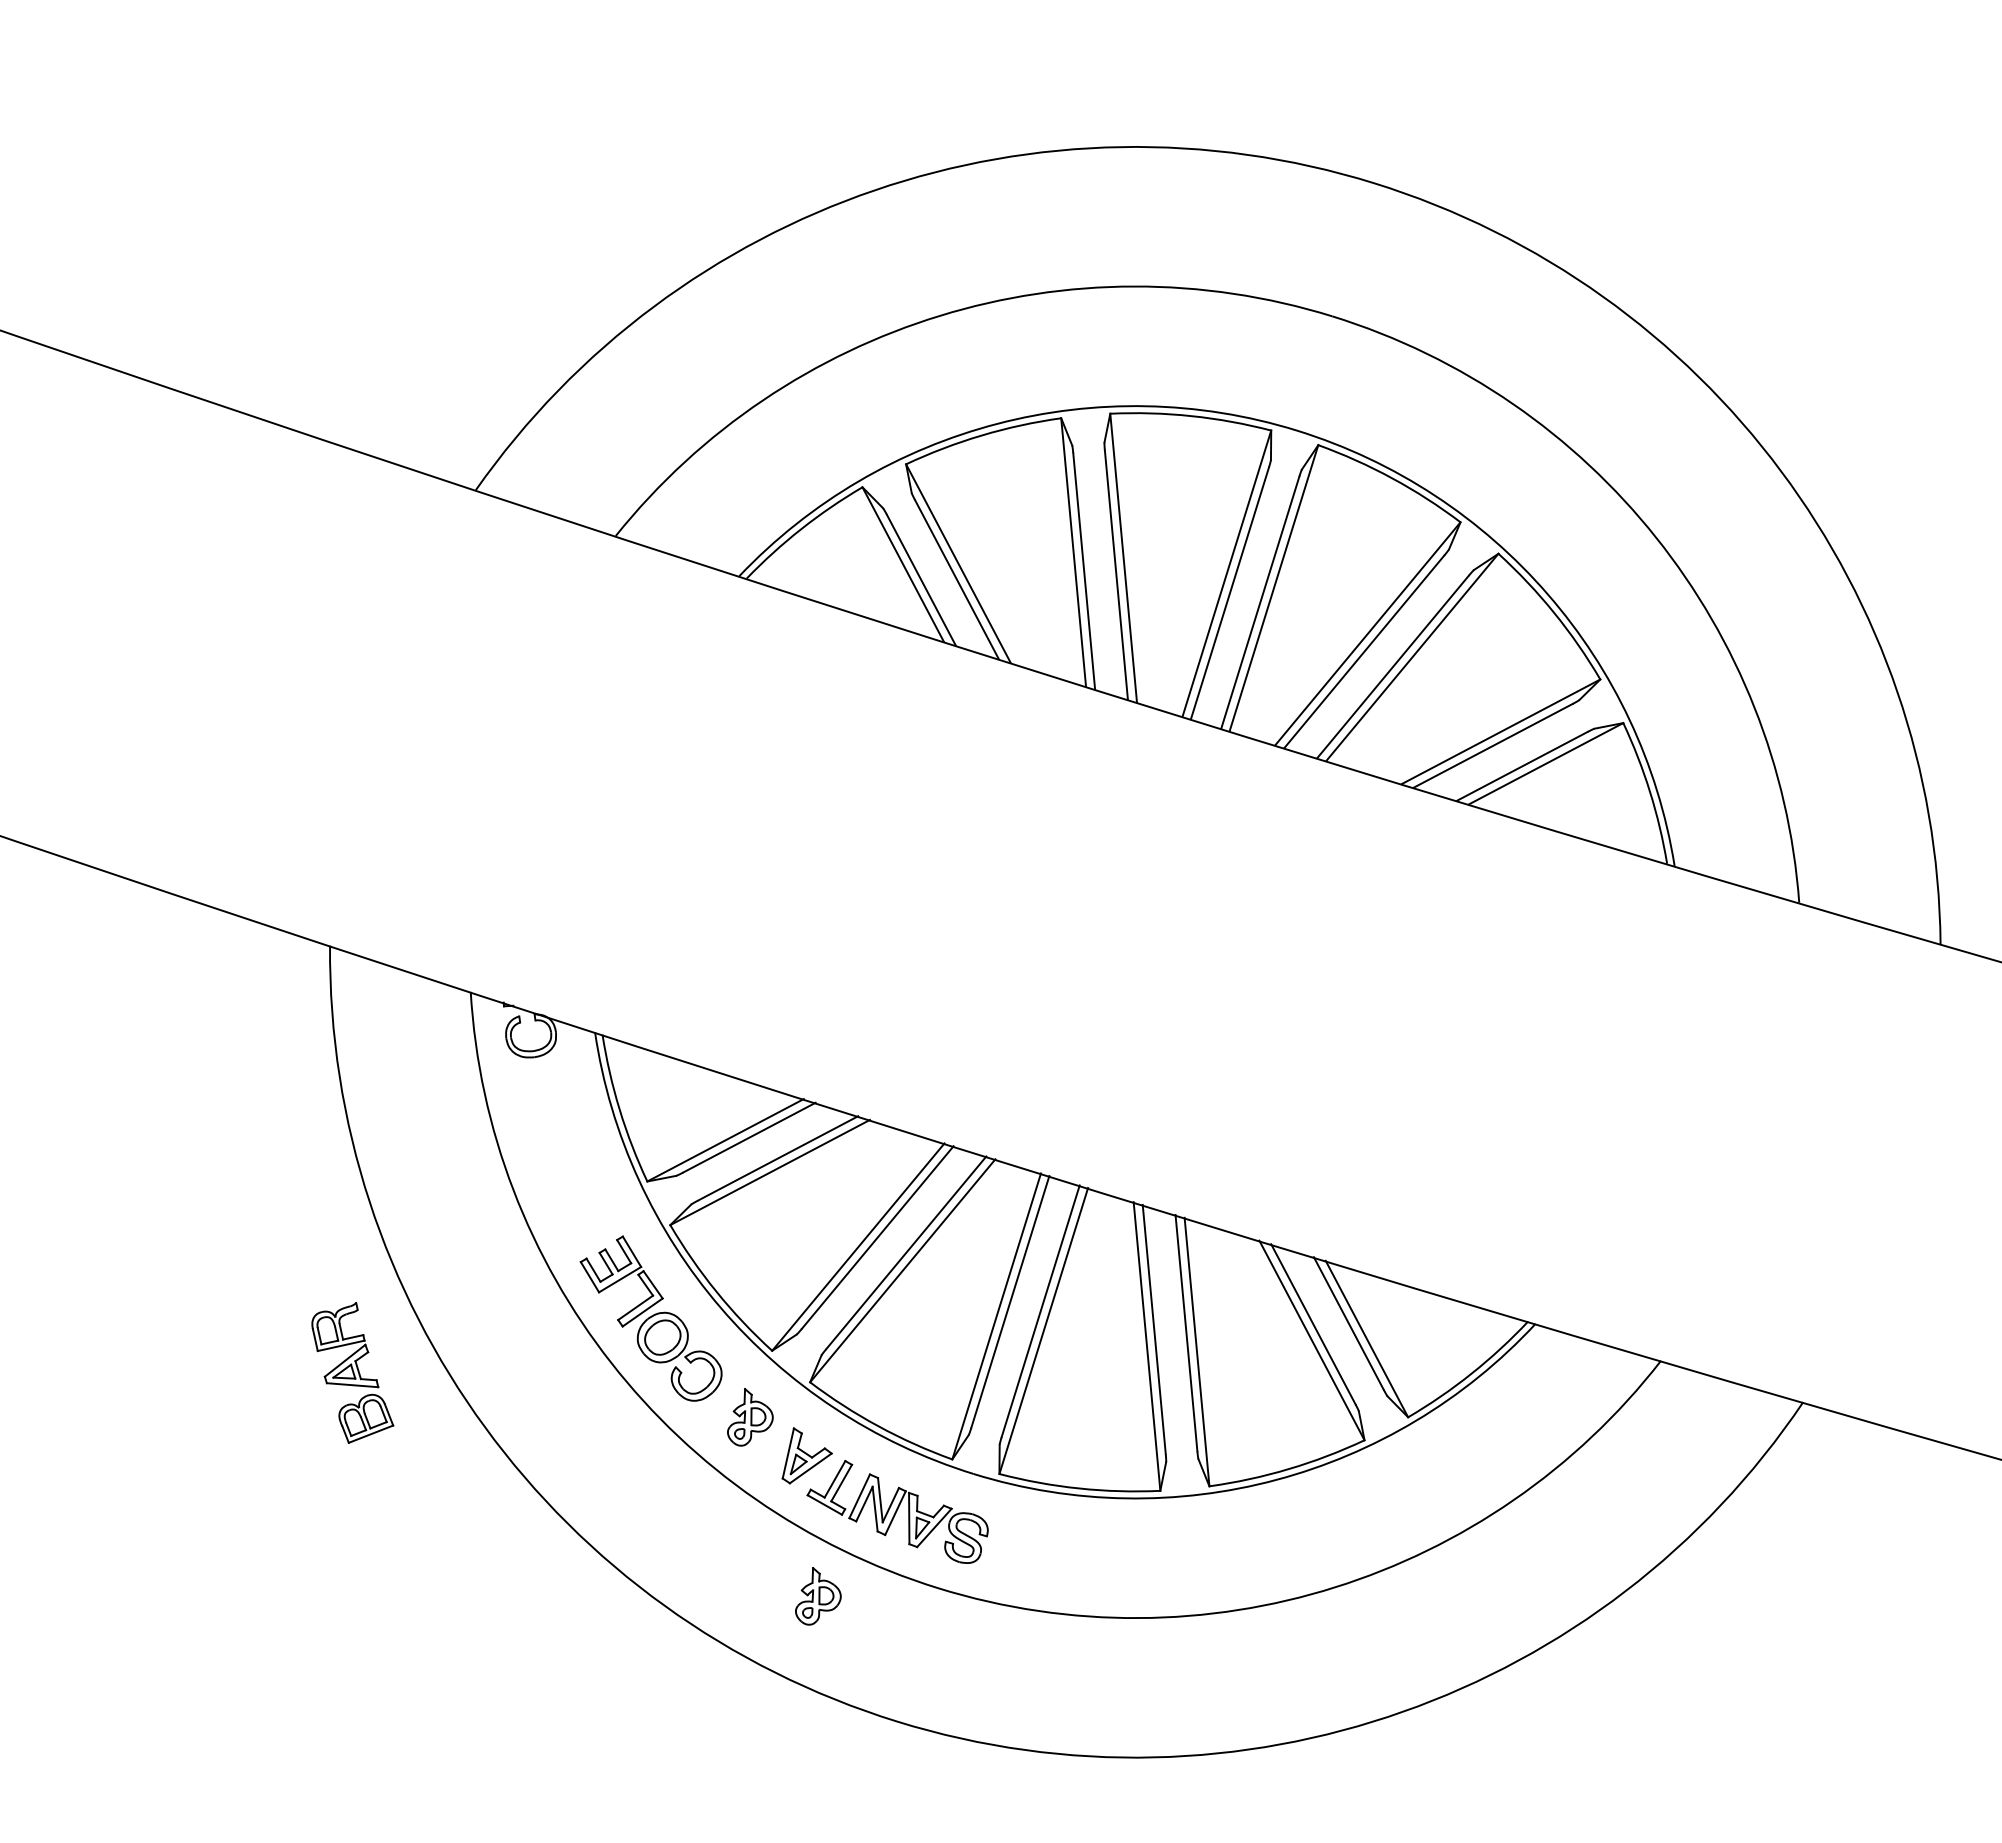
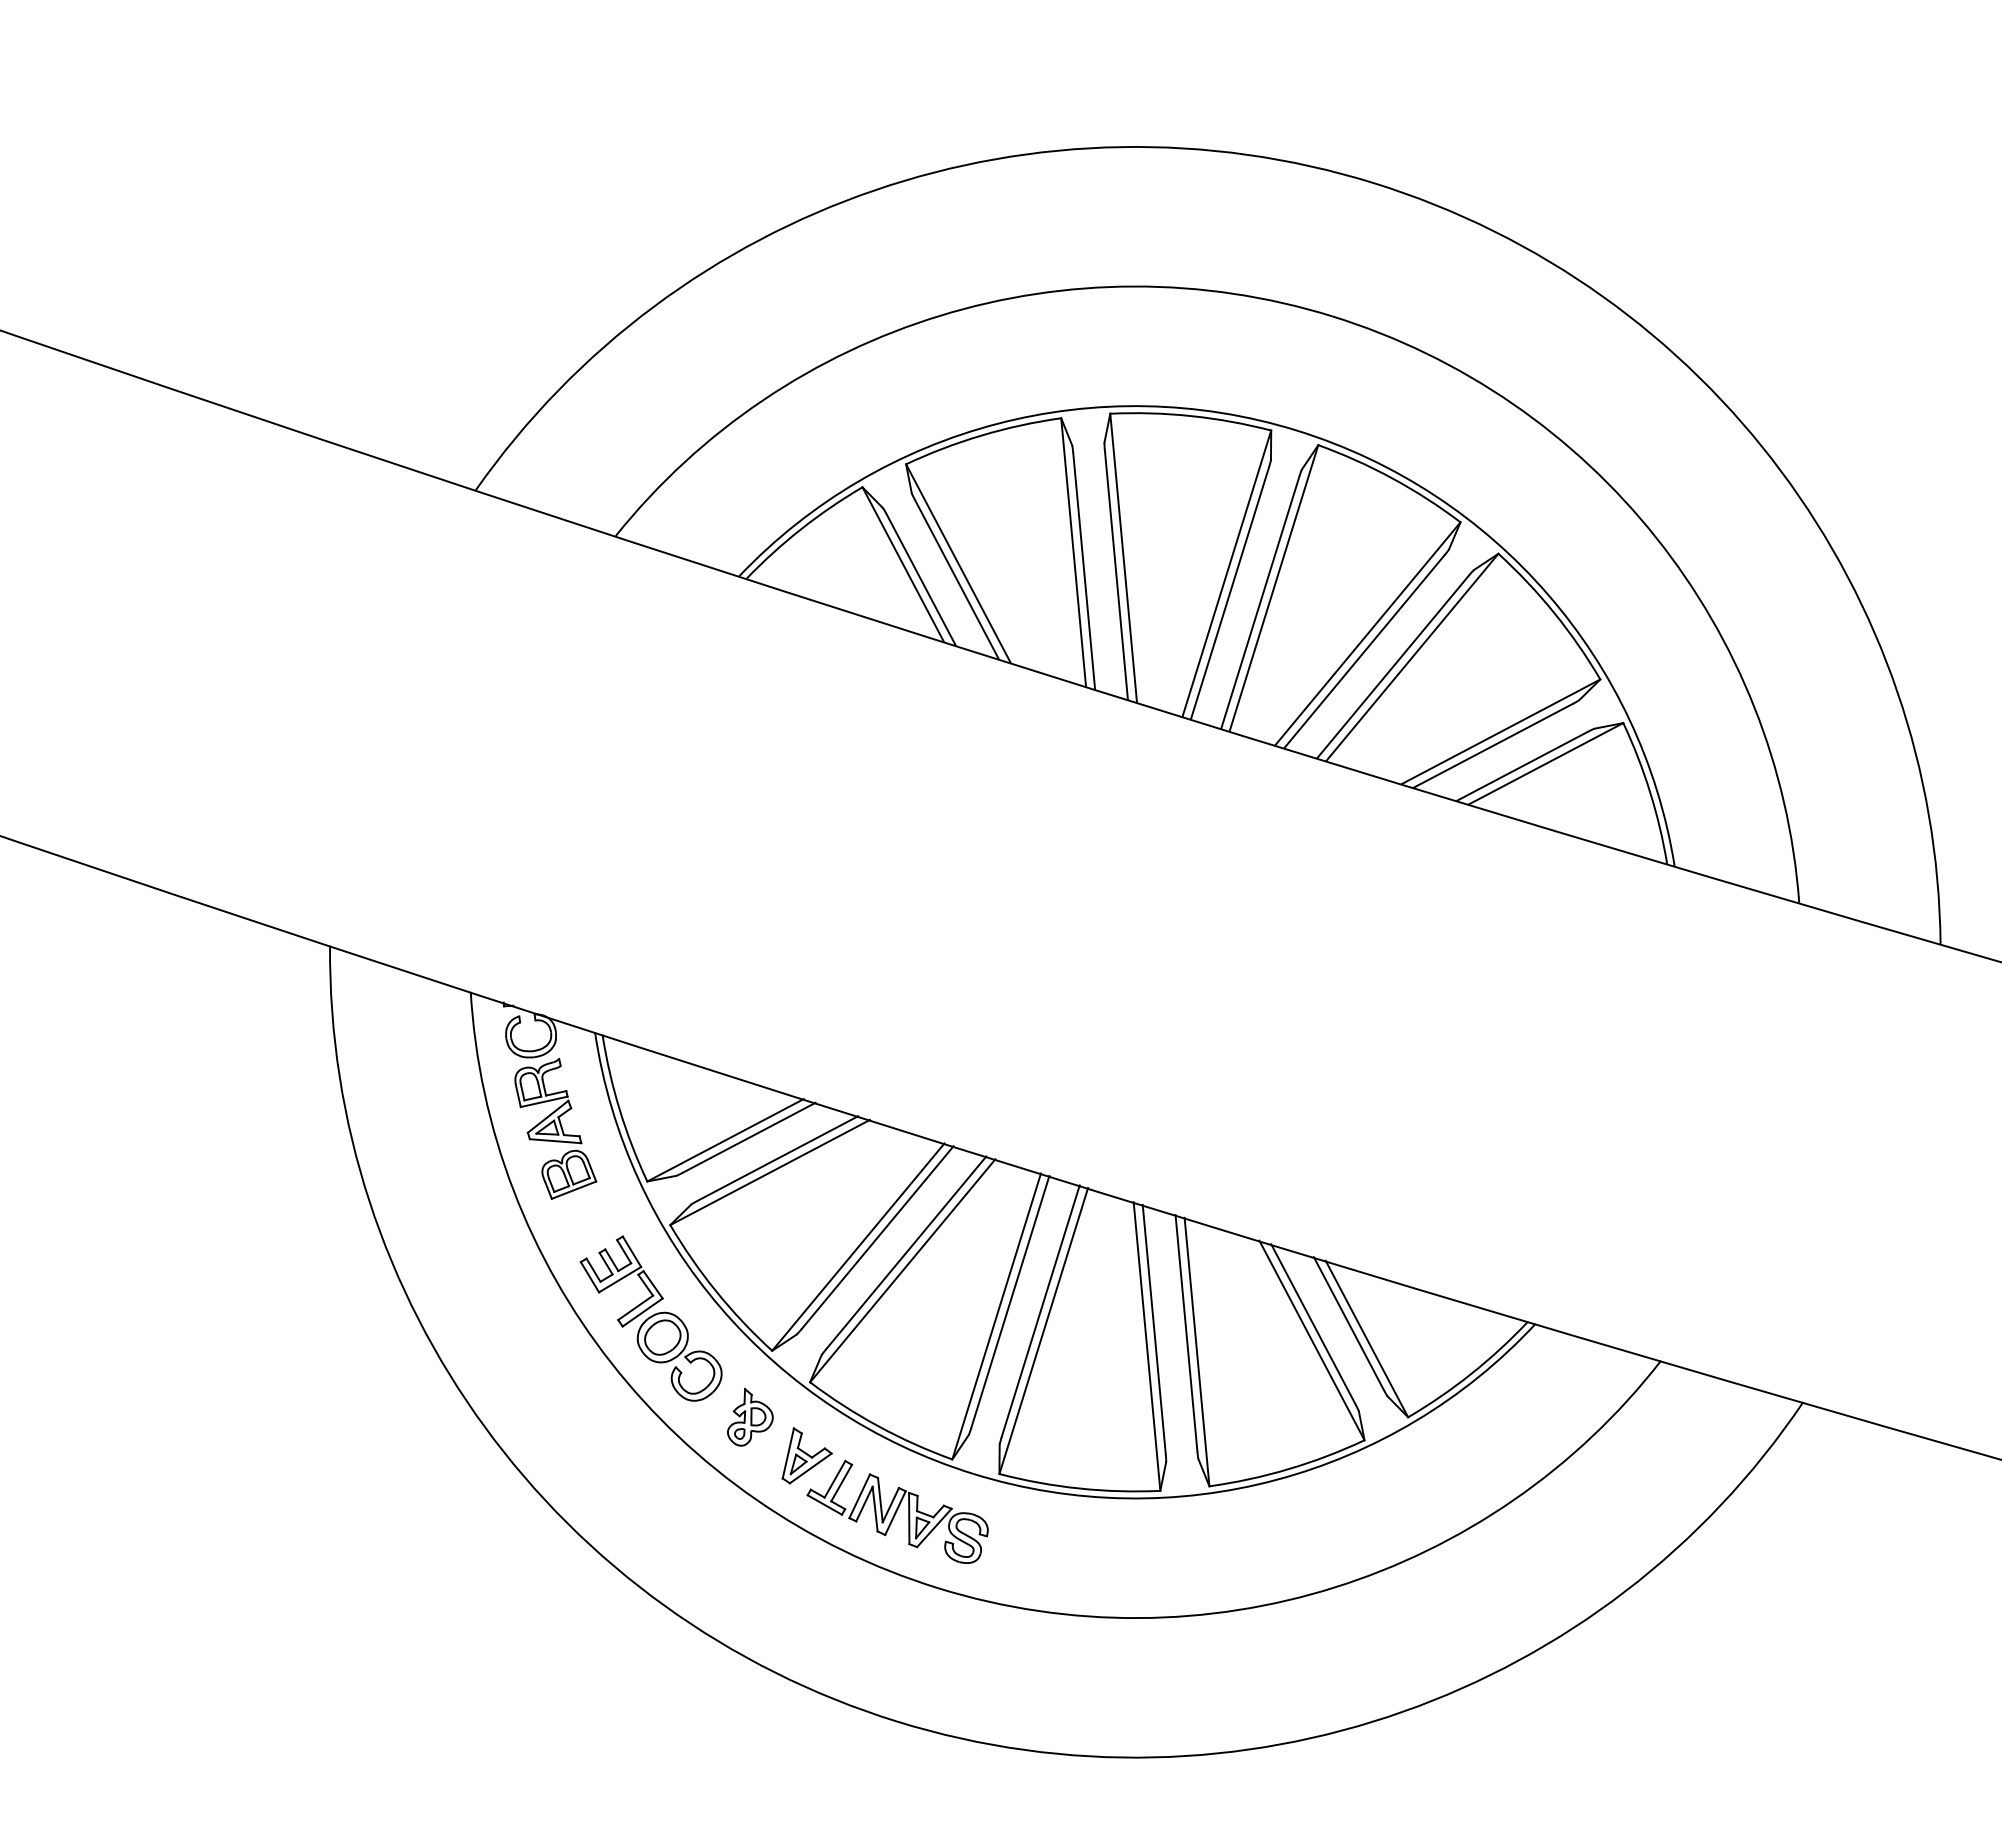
part at (352, 1372) position: (352, 1372) -> (555, 1128)
part at (818, 1596): present -> none
